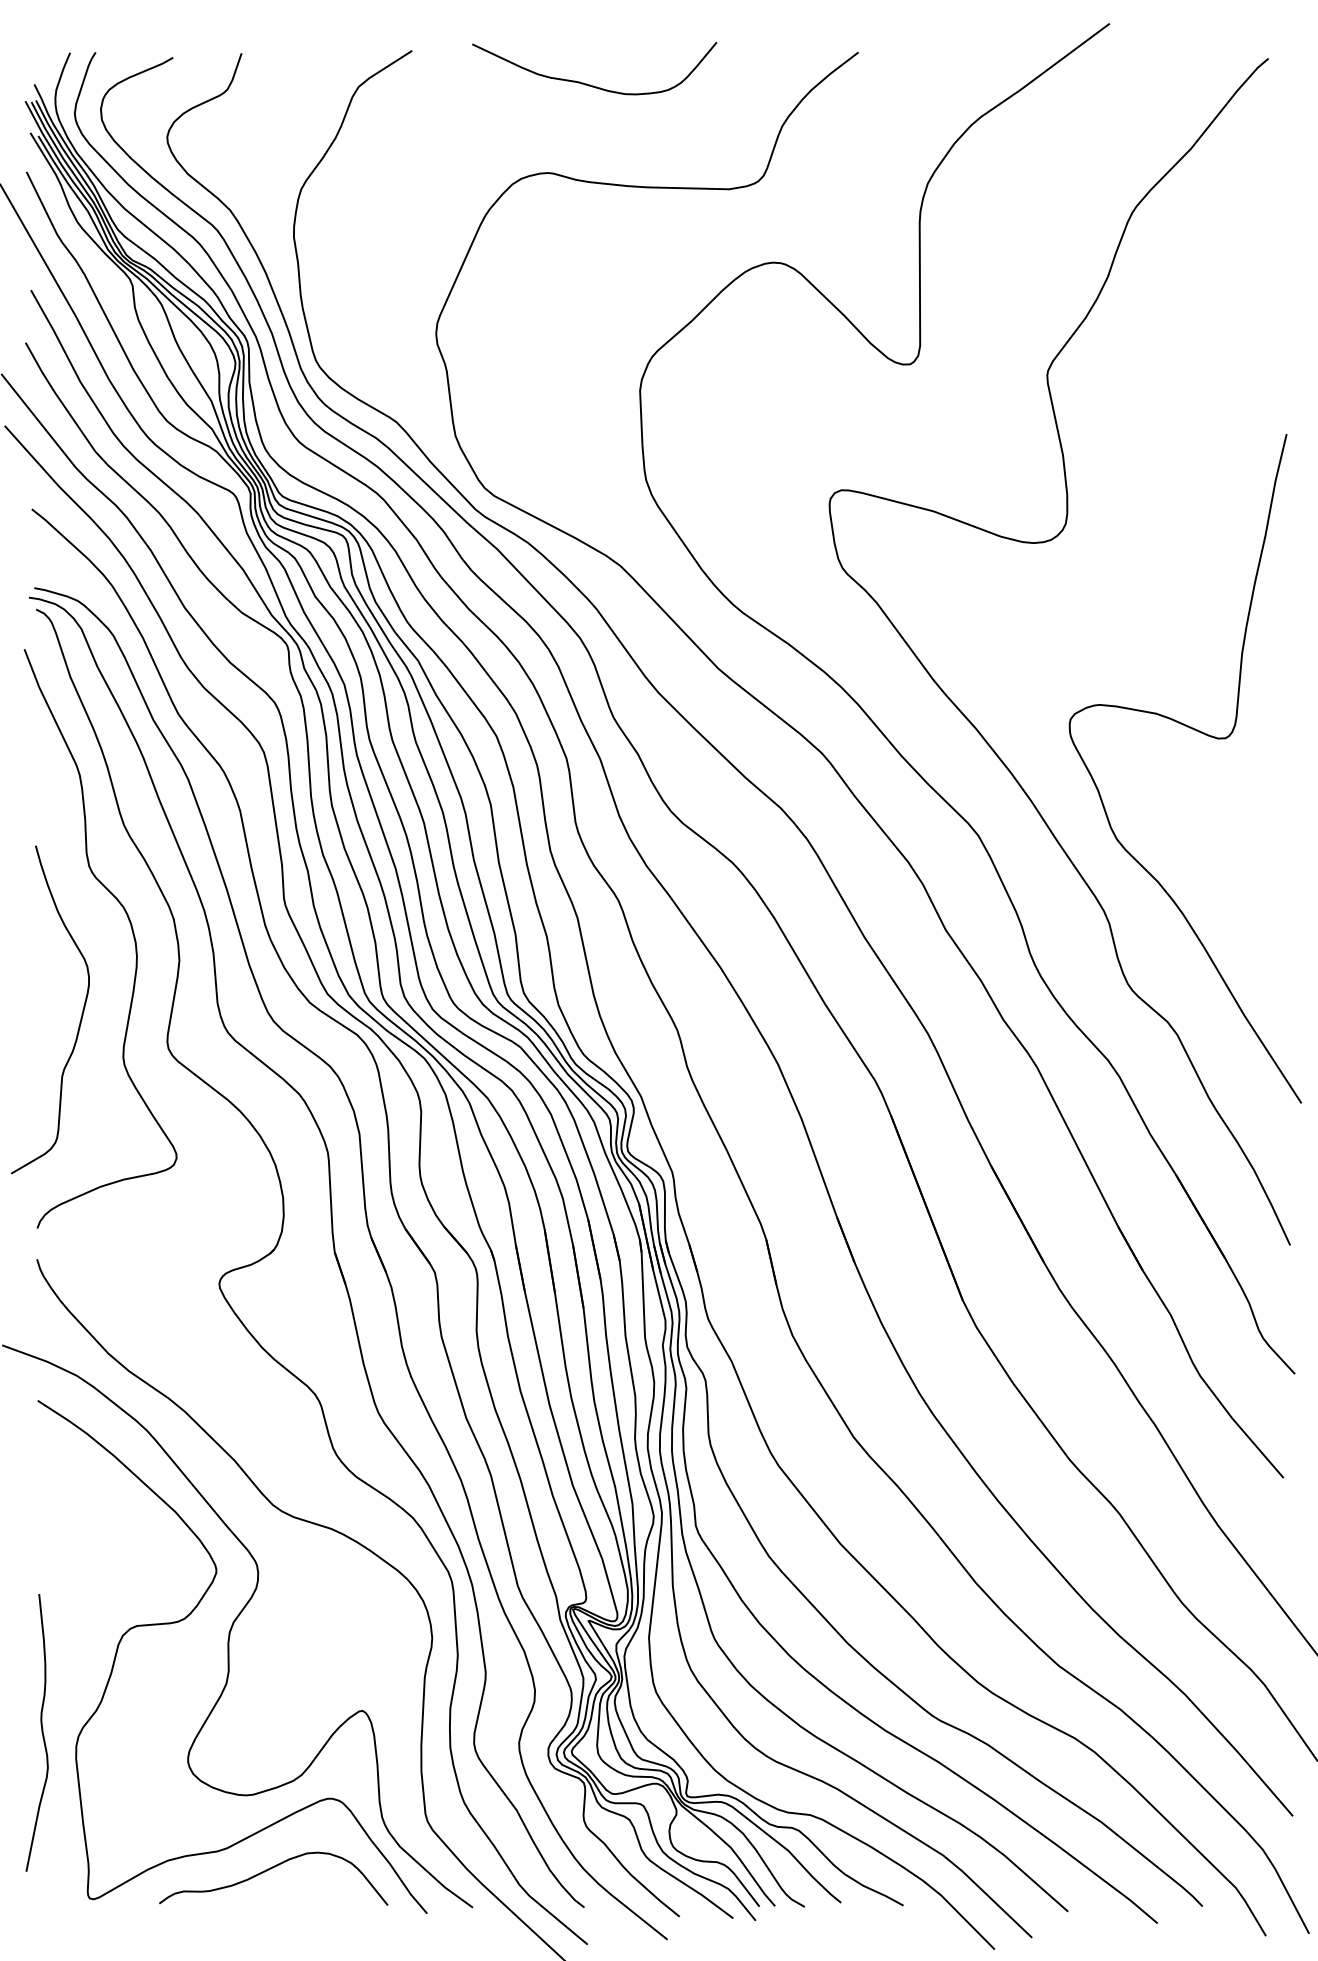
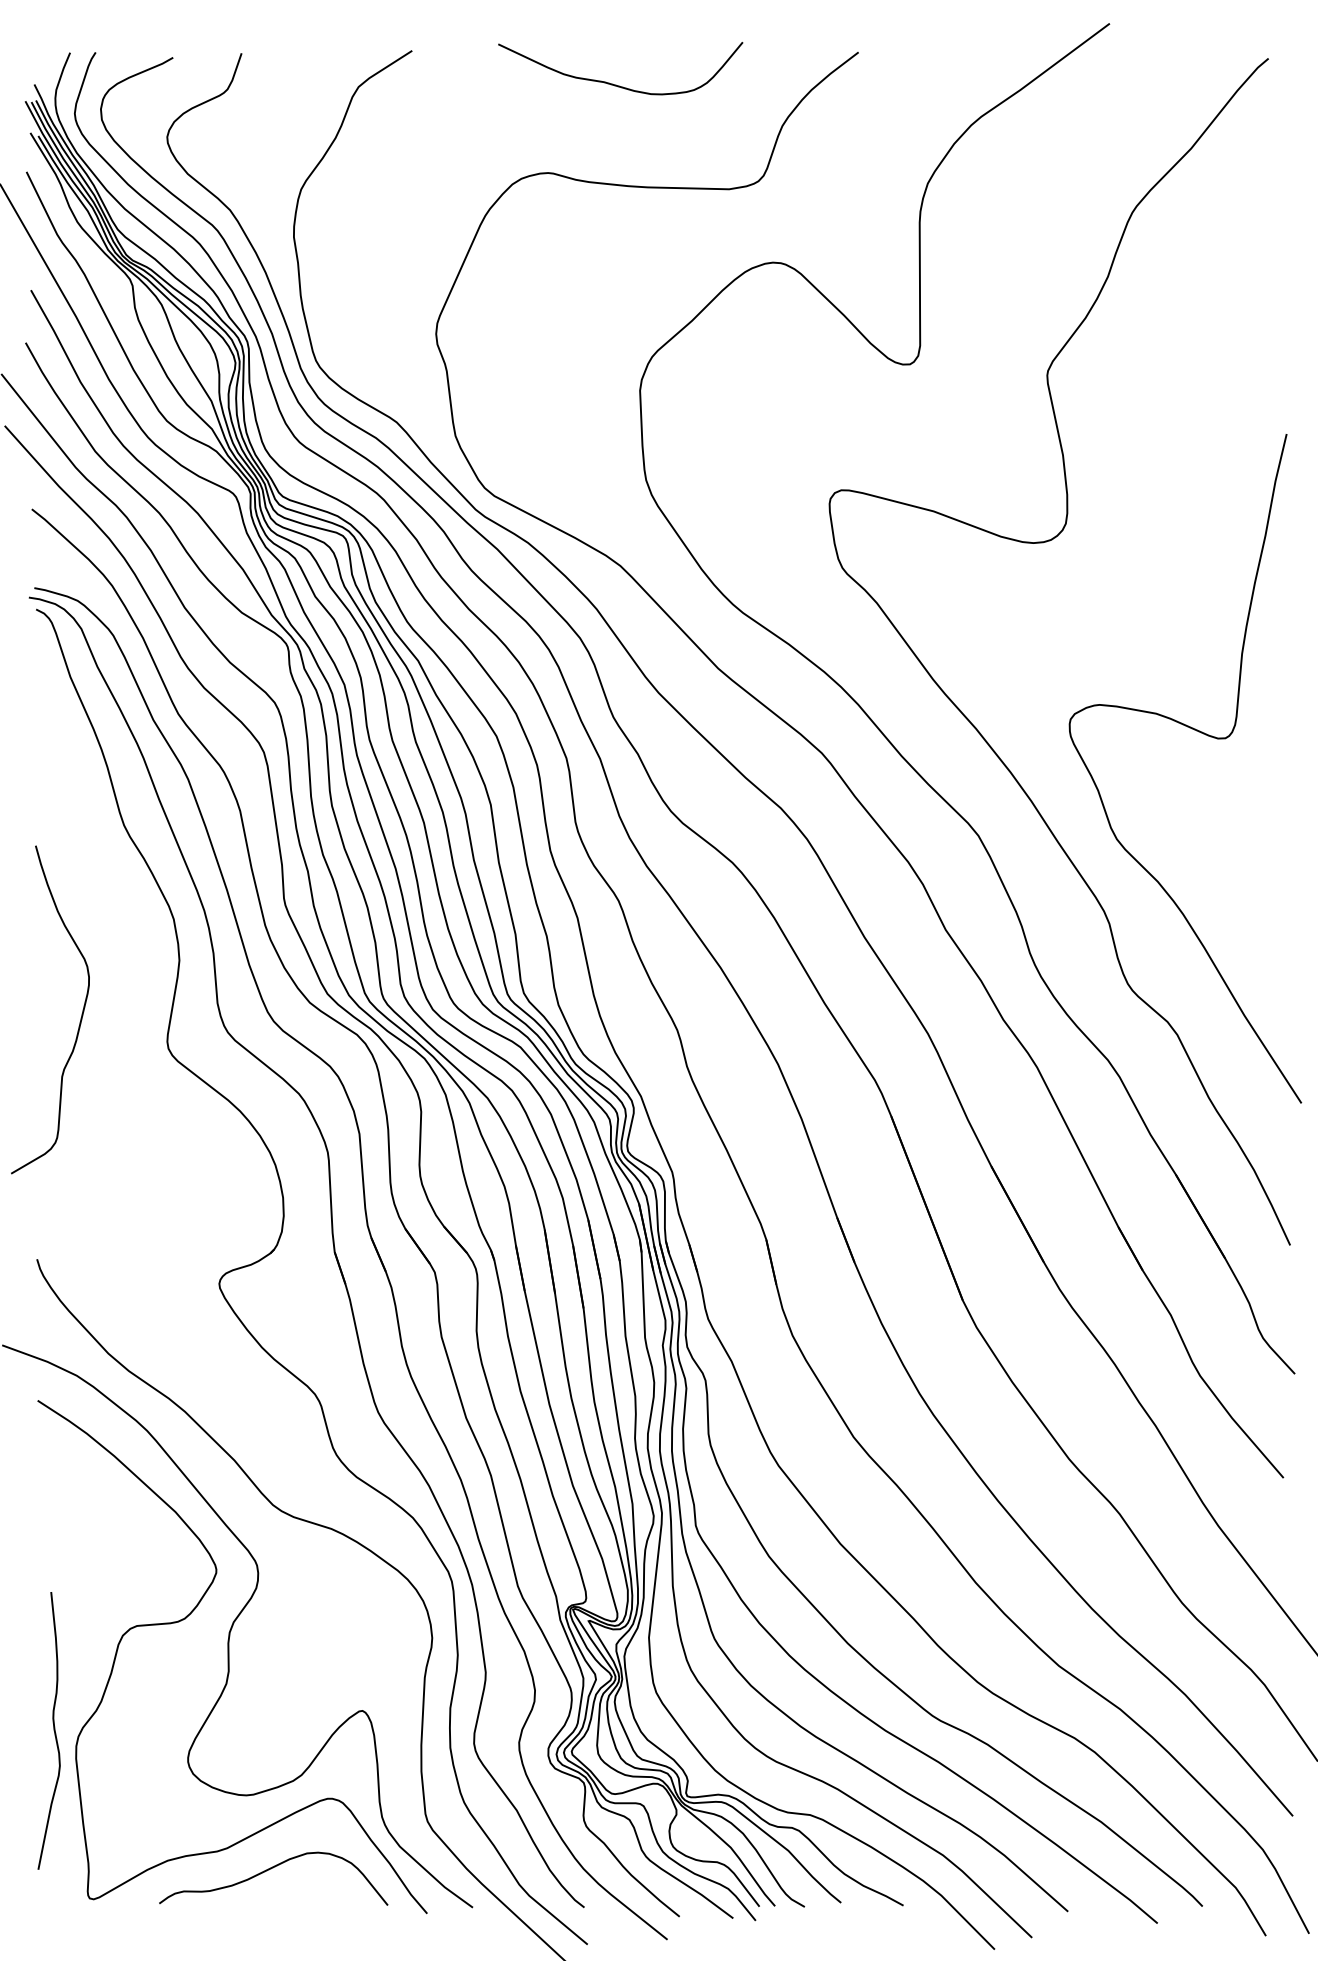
curve at (590, 84) position: (590, 84) -> (616, 84)
curve at (131, 930): present -> none
curve at (41, 1732) position: (41, 1732) -> (53, 1730)
